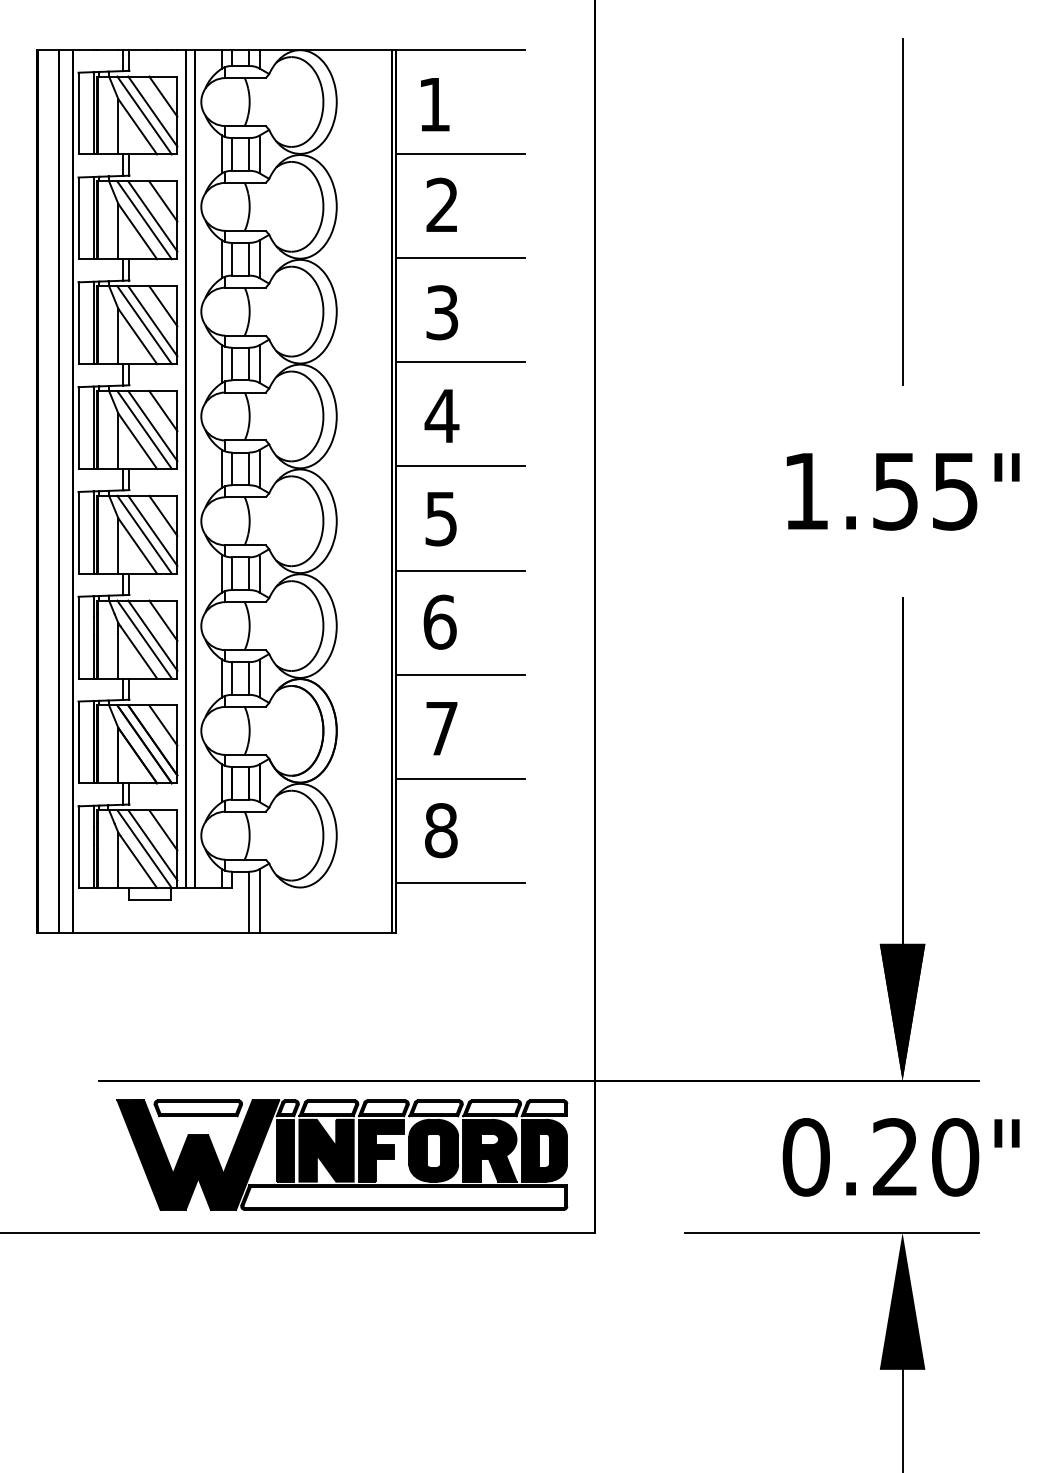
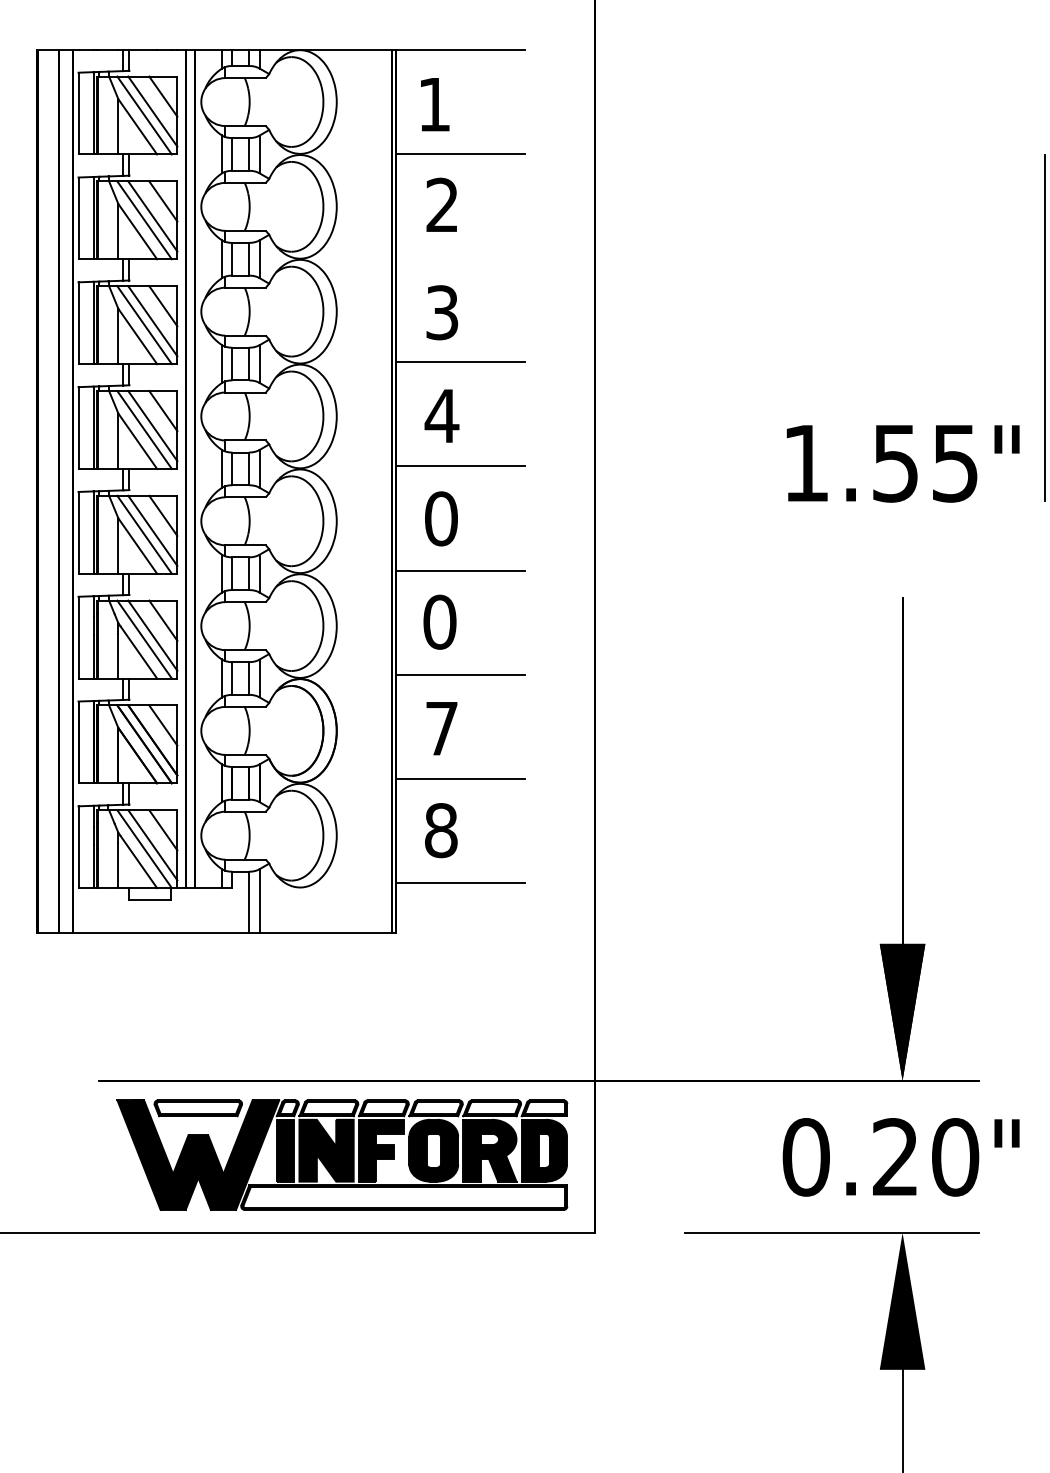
line at (902, 211) position: (902, 211) -> (1044, 327)
line at (460, 258): present -> none
text at (902, 491) position: (902, 491) -> (902, 463)
text at (441, 518): 5 -> 0
text at (439, 621): 6 -> 0
